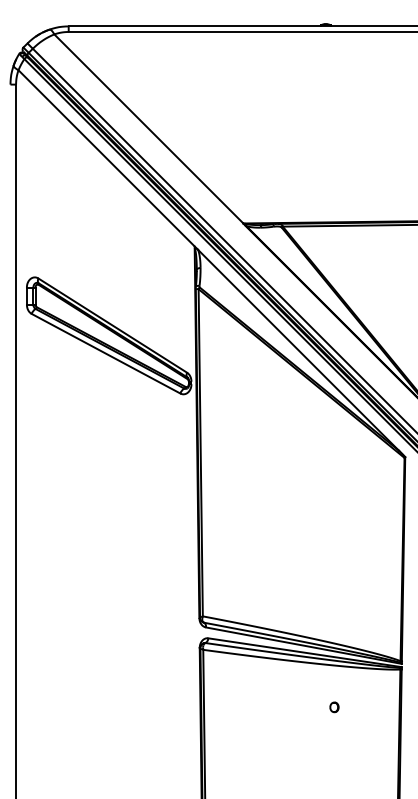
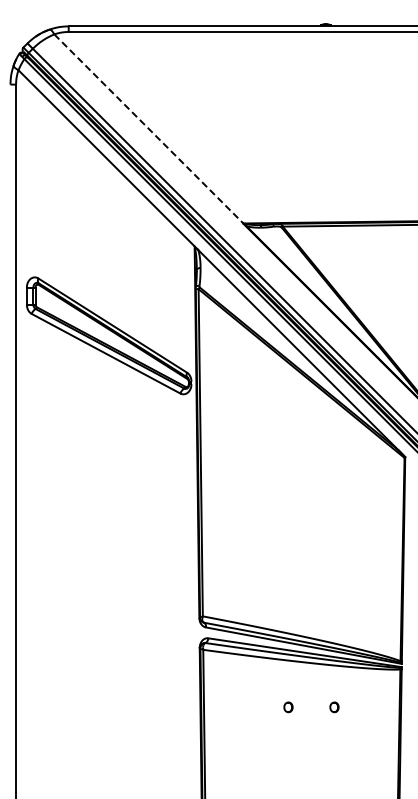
line at (148, 128): solid -> dashed
part at (288, 707): none -> present
